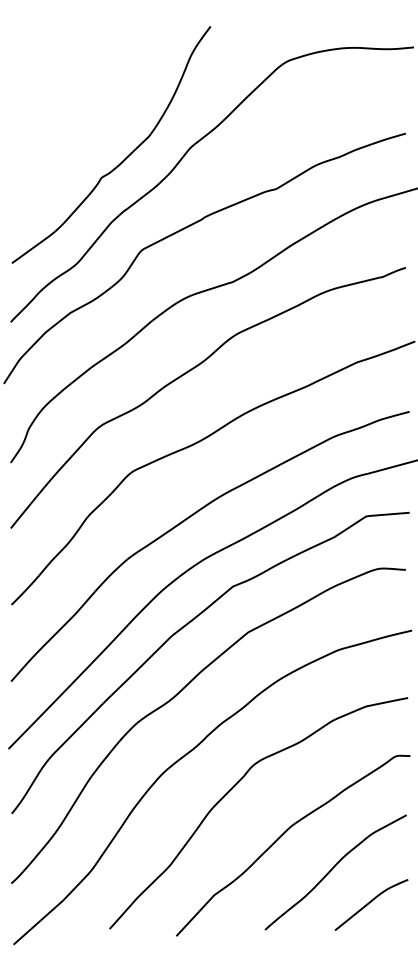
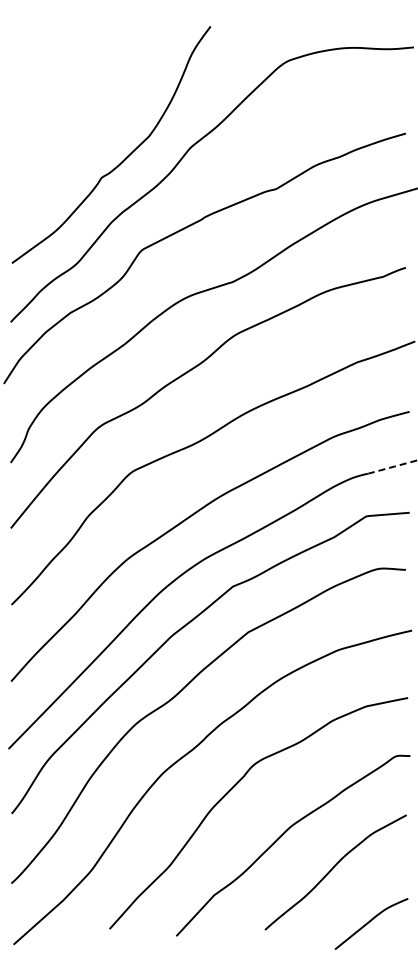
line at (391, 467): solid -> dashed
curve at (370, 903) position: (370, 903) -> (370, 922)
